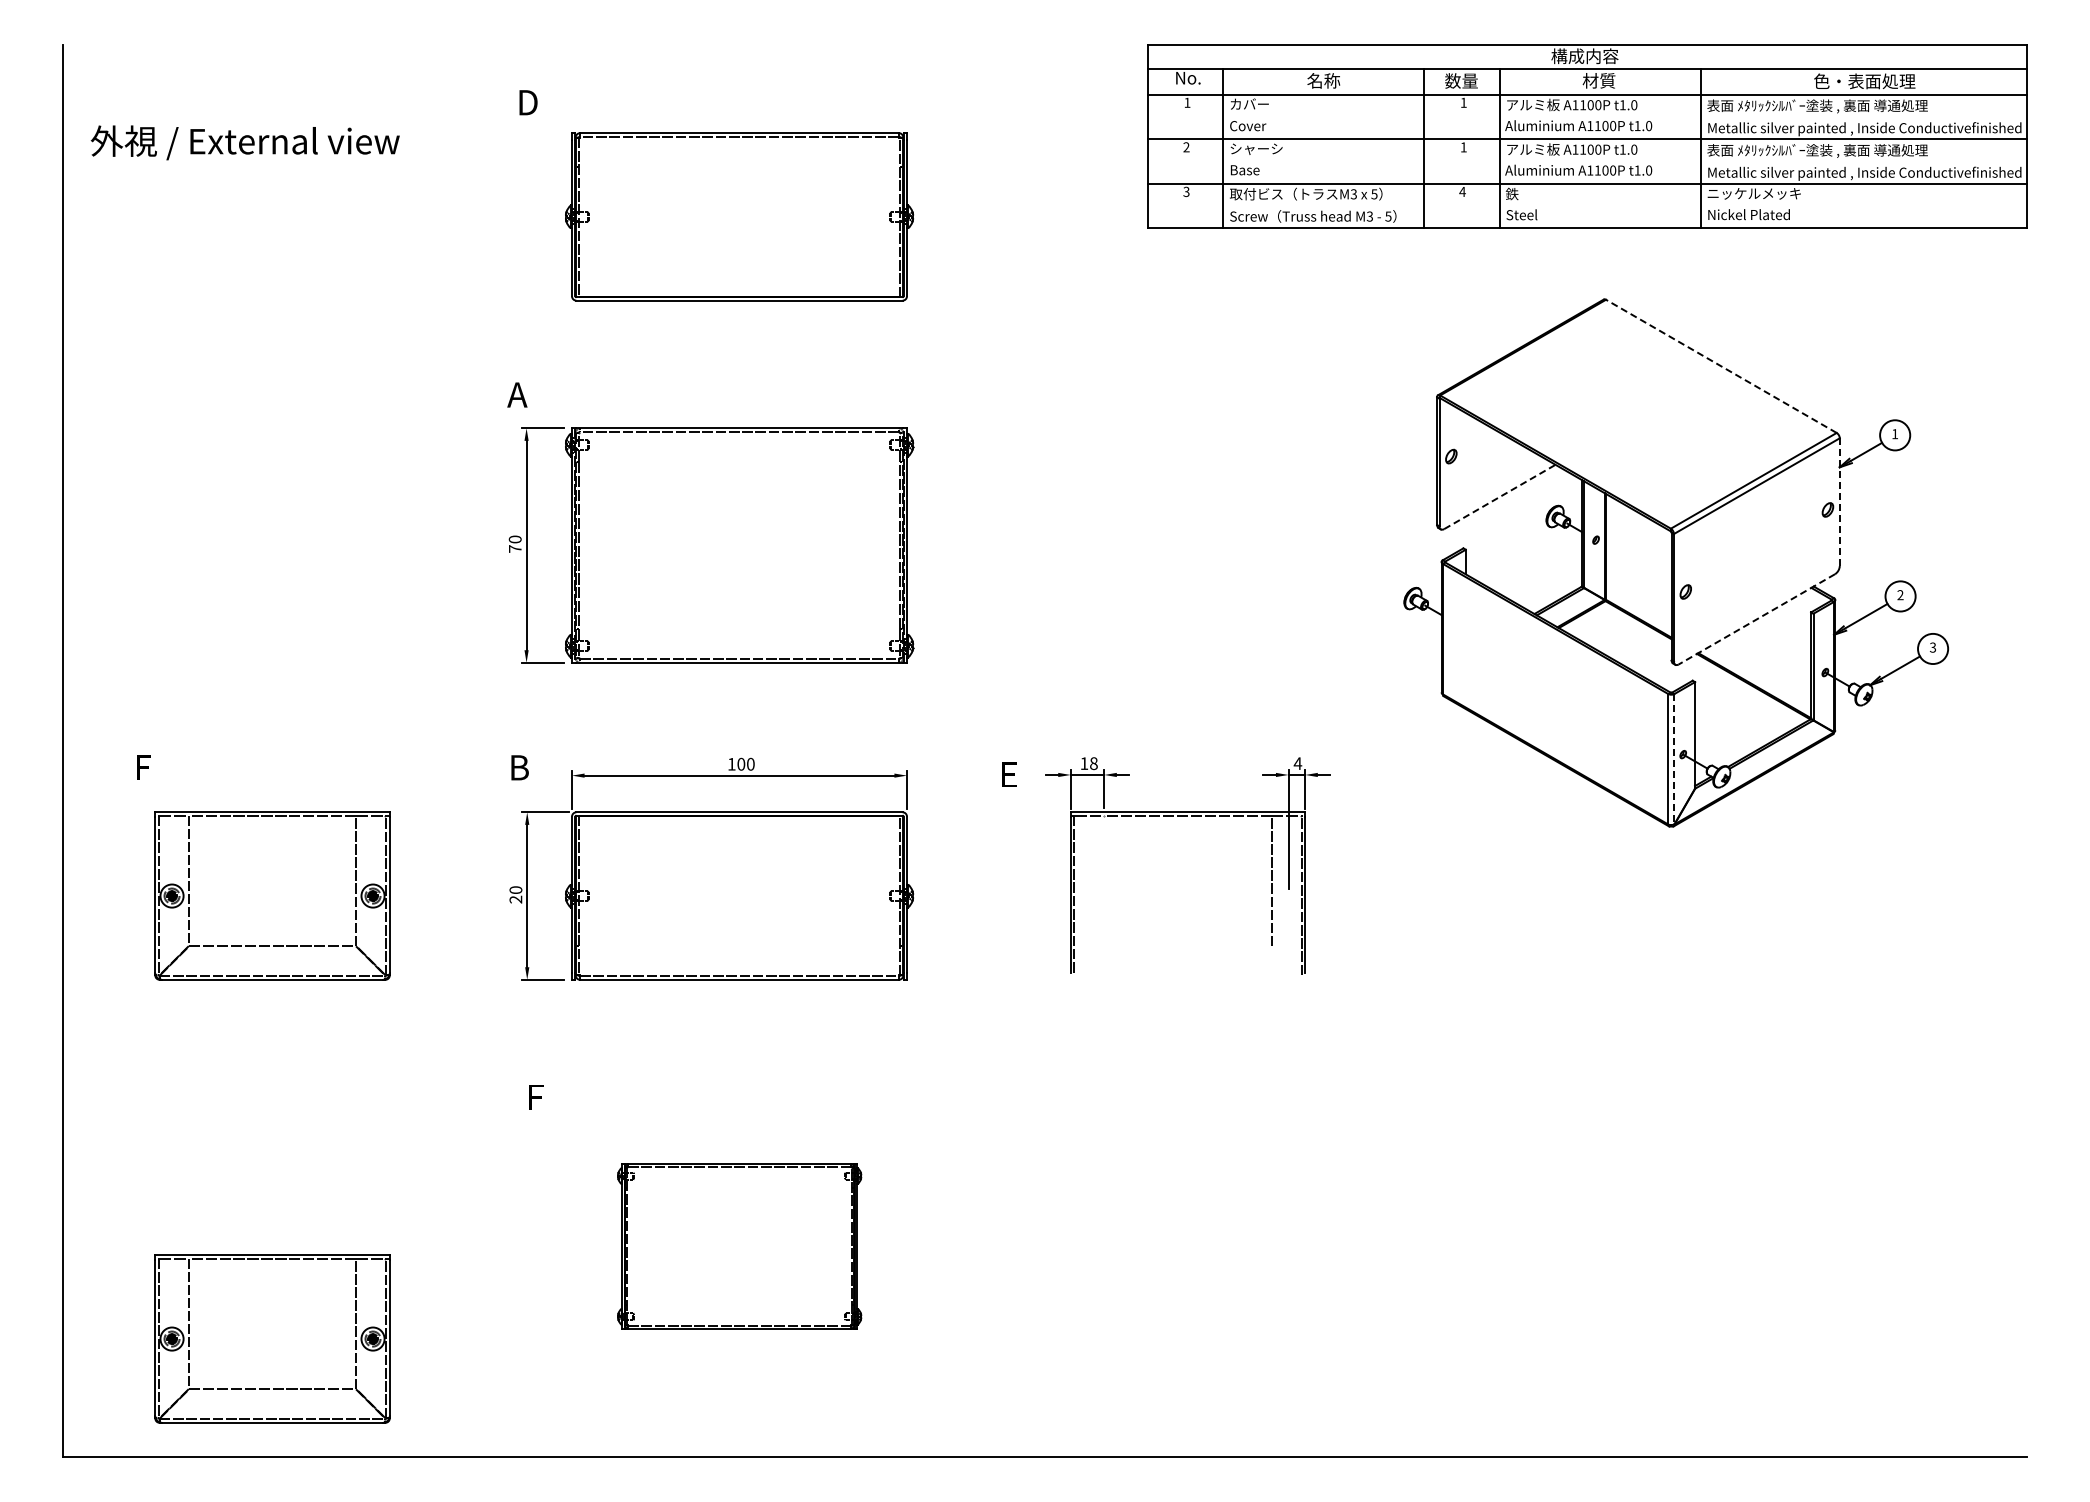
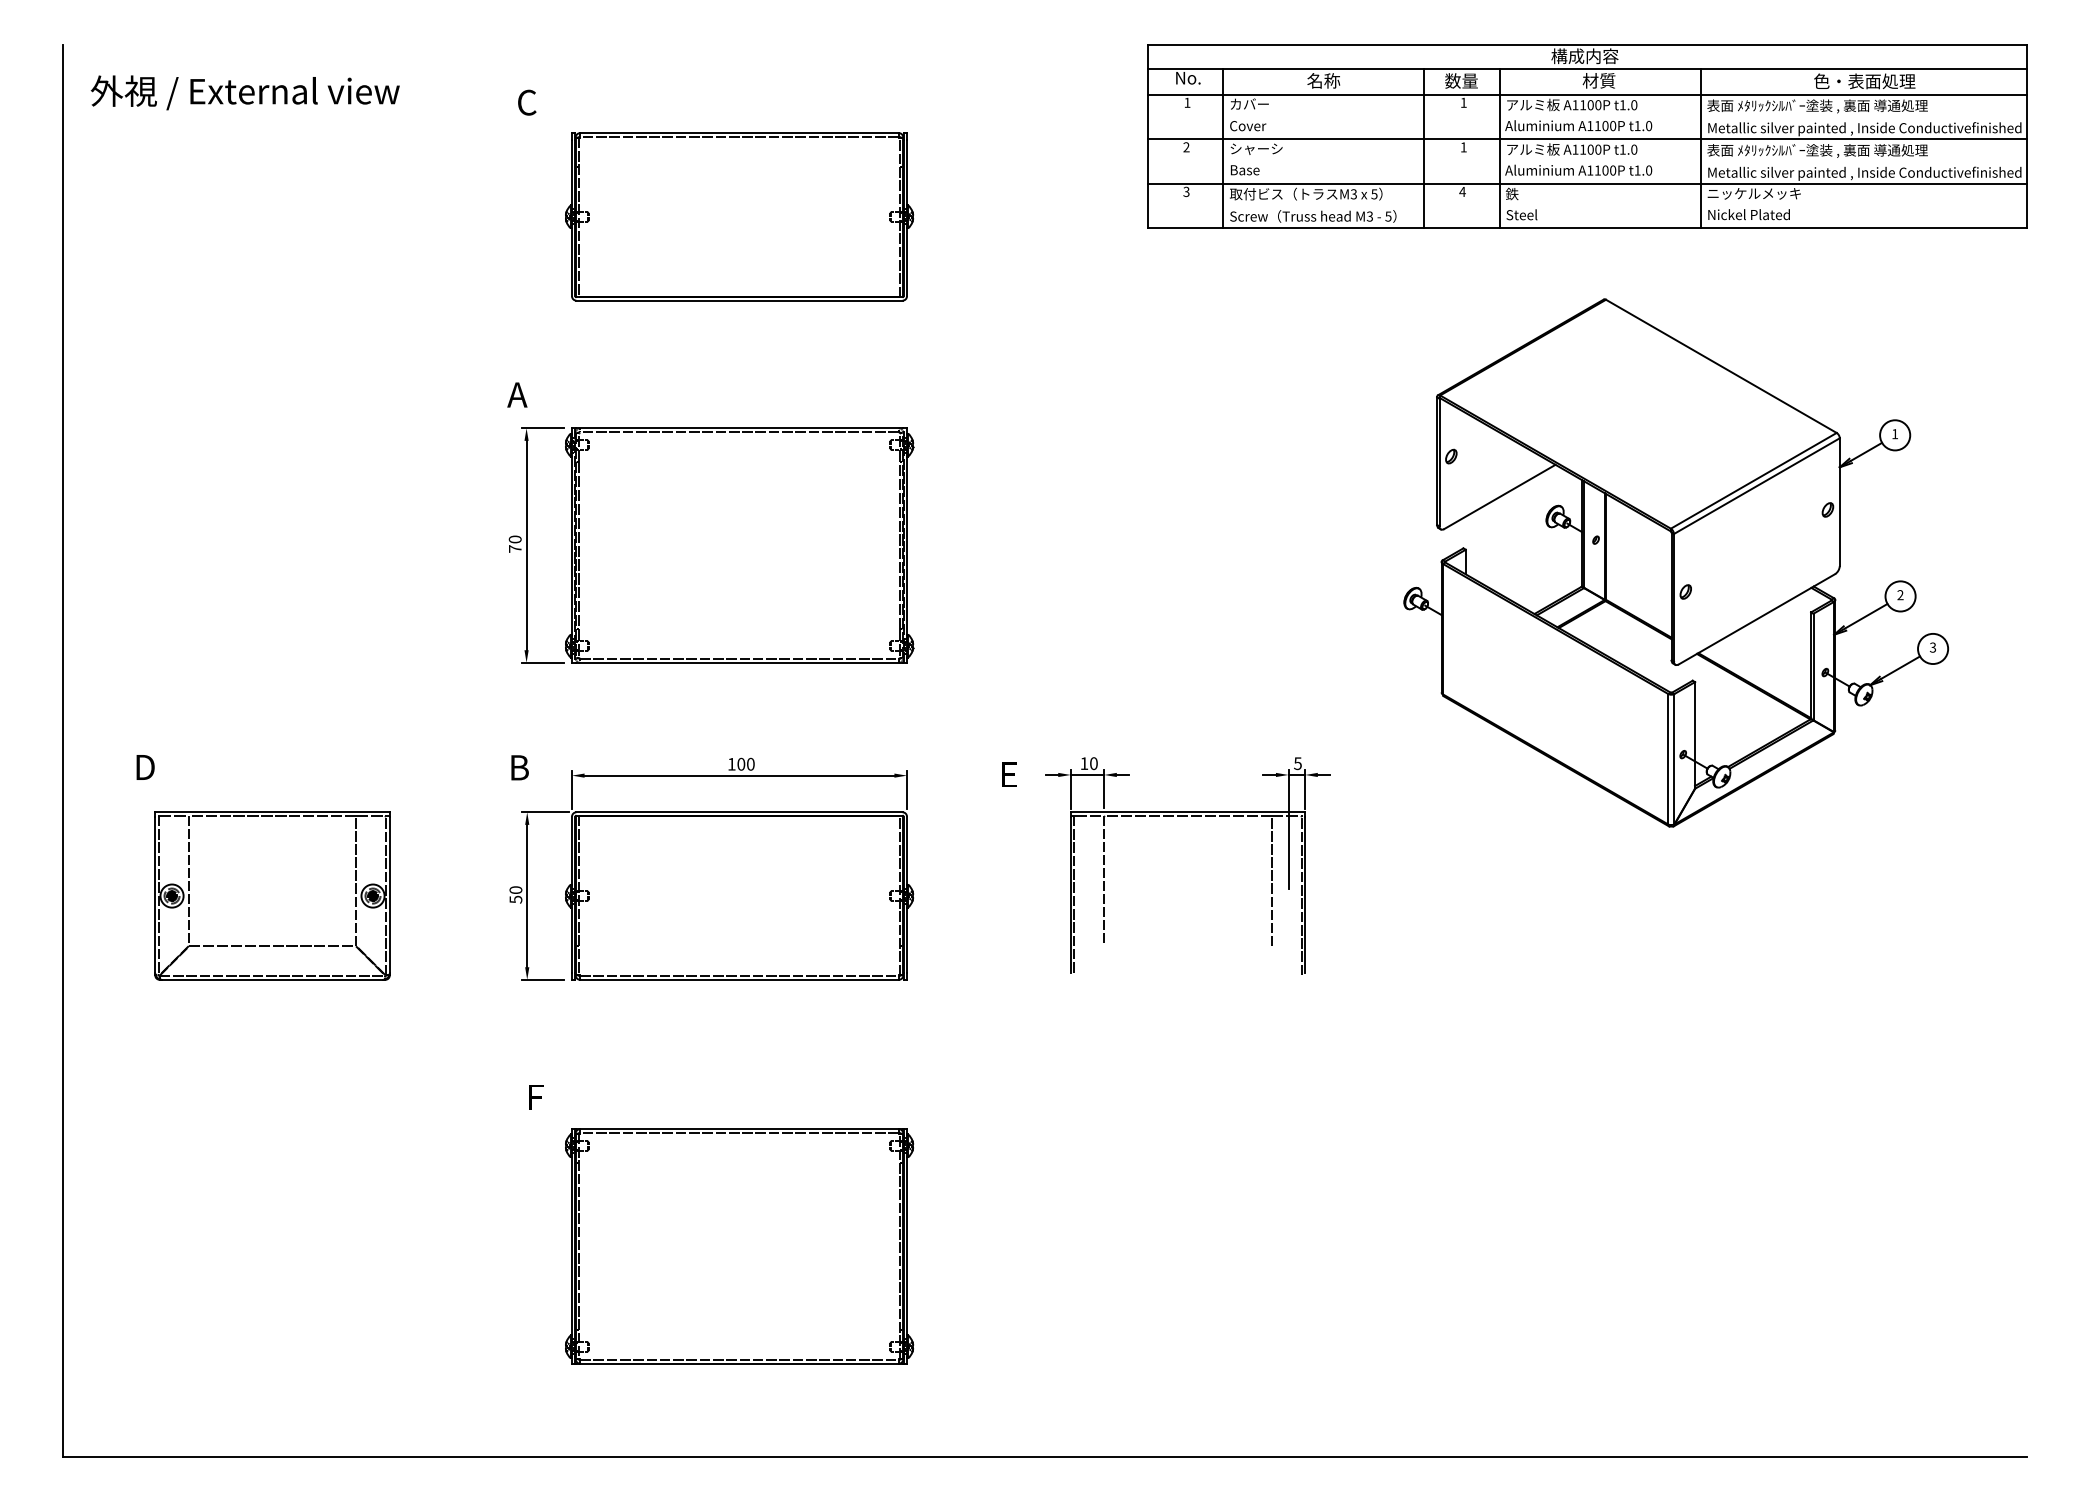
text at (527, 102): D -> C
text at (244, 142) position: (244, 142) -> (244, 92)
line at (1720, 366): dashed -> solid
line at (1500, 496): dashed -> solid
line at (1839, 502): dashed -> solid
line at (1756, 619): dashed -> solid
line at (1674, 759): dashed -> solid
text at (1093, 763): 18 -> 10
text at (1297, 763): 4 -> 5
text at (145, 767): F -> D
line at (1104, 880): none -> present
text at (515, 899): 20 -> 50
part at (739, 1246) size: 246x167 px -> 350x237 px
part at (272, 1338): present -> none
